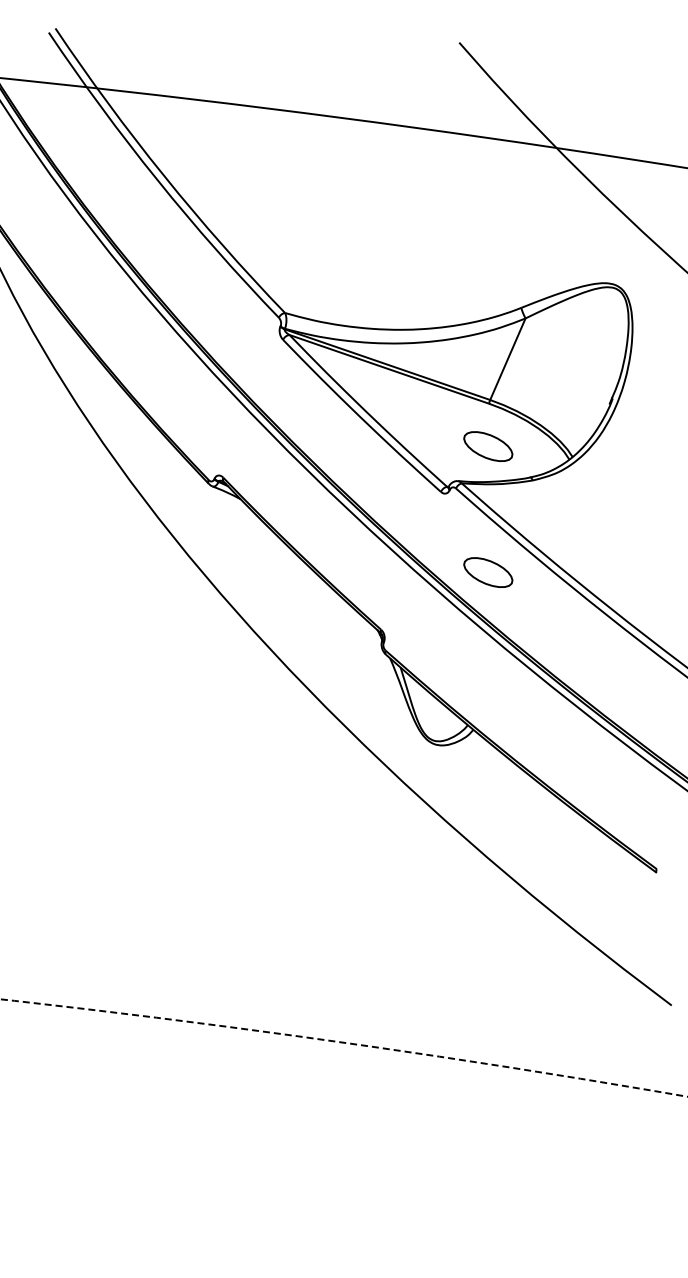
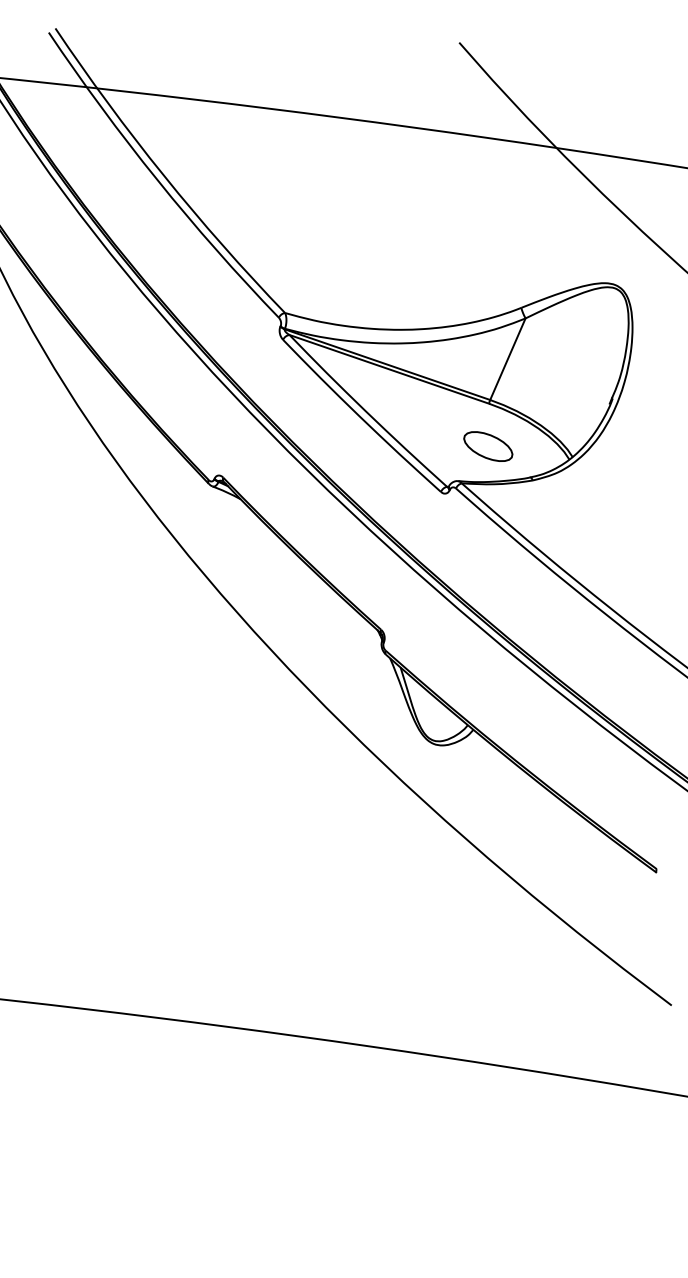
part at (488, 572): present -> none
arc at (344, 1042): dashed -> solid
